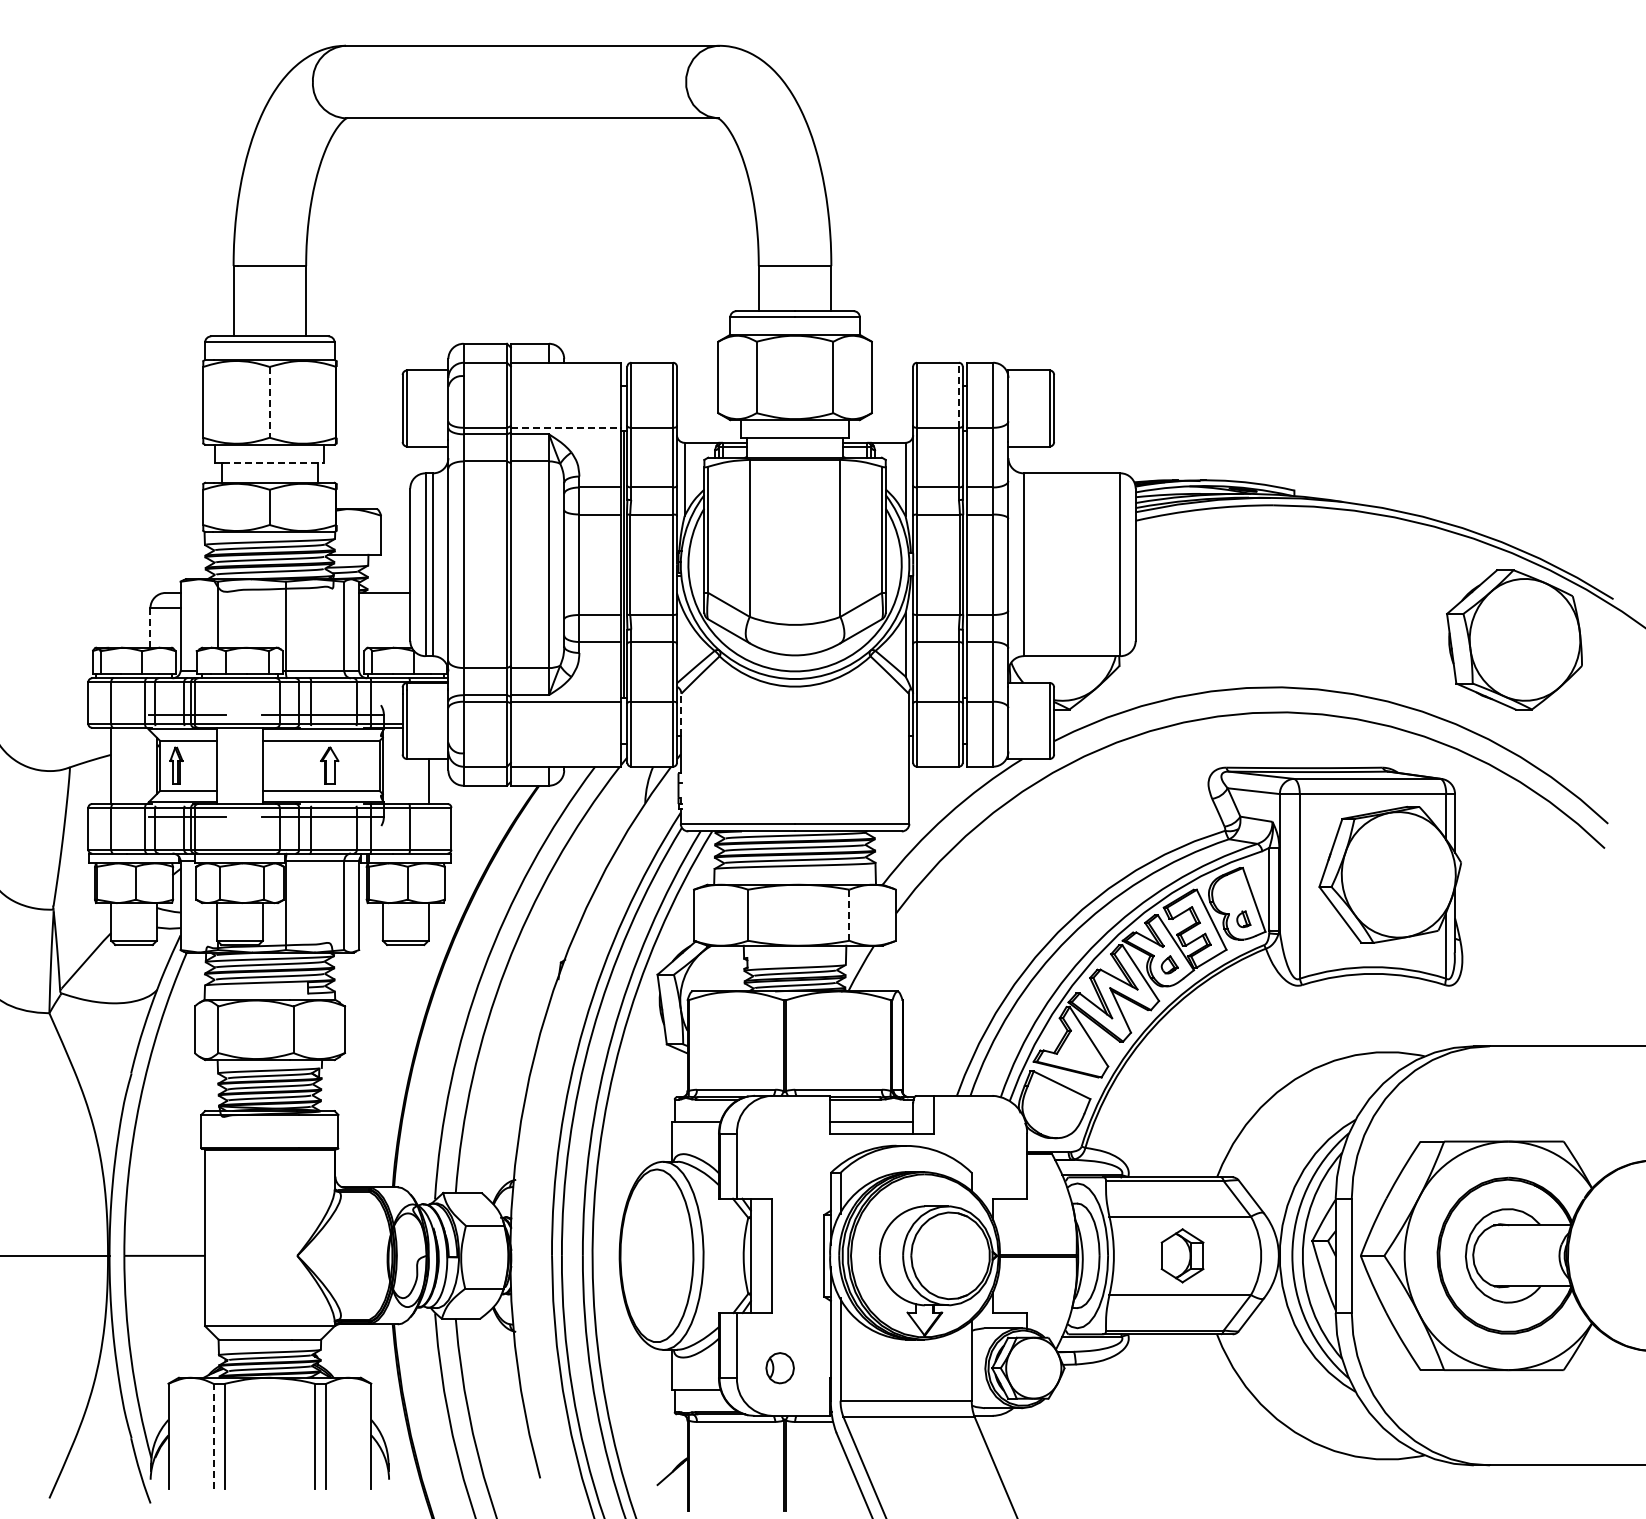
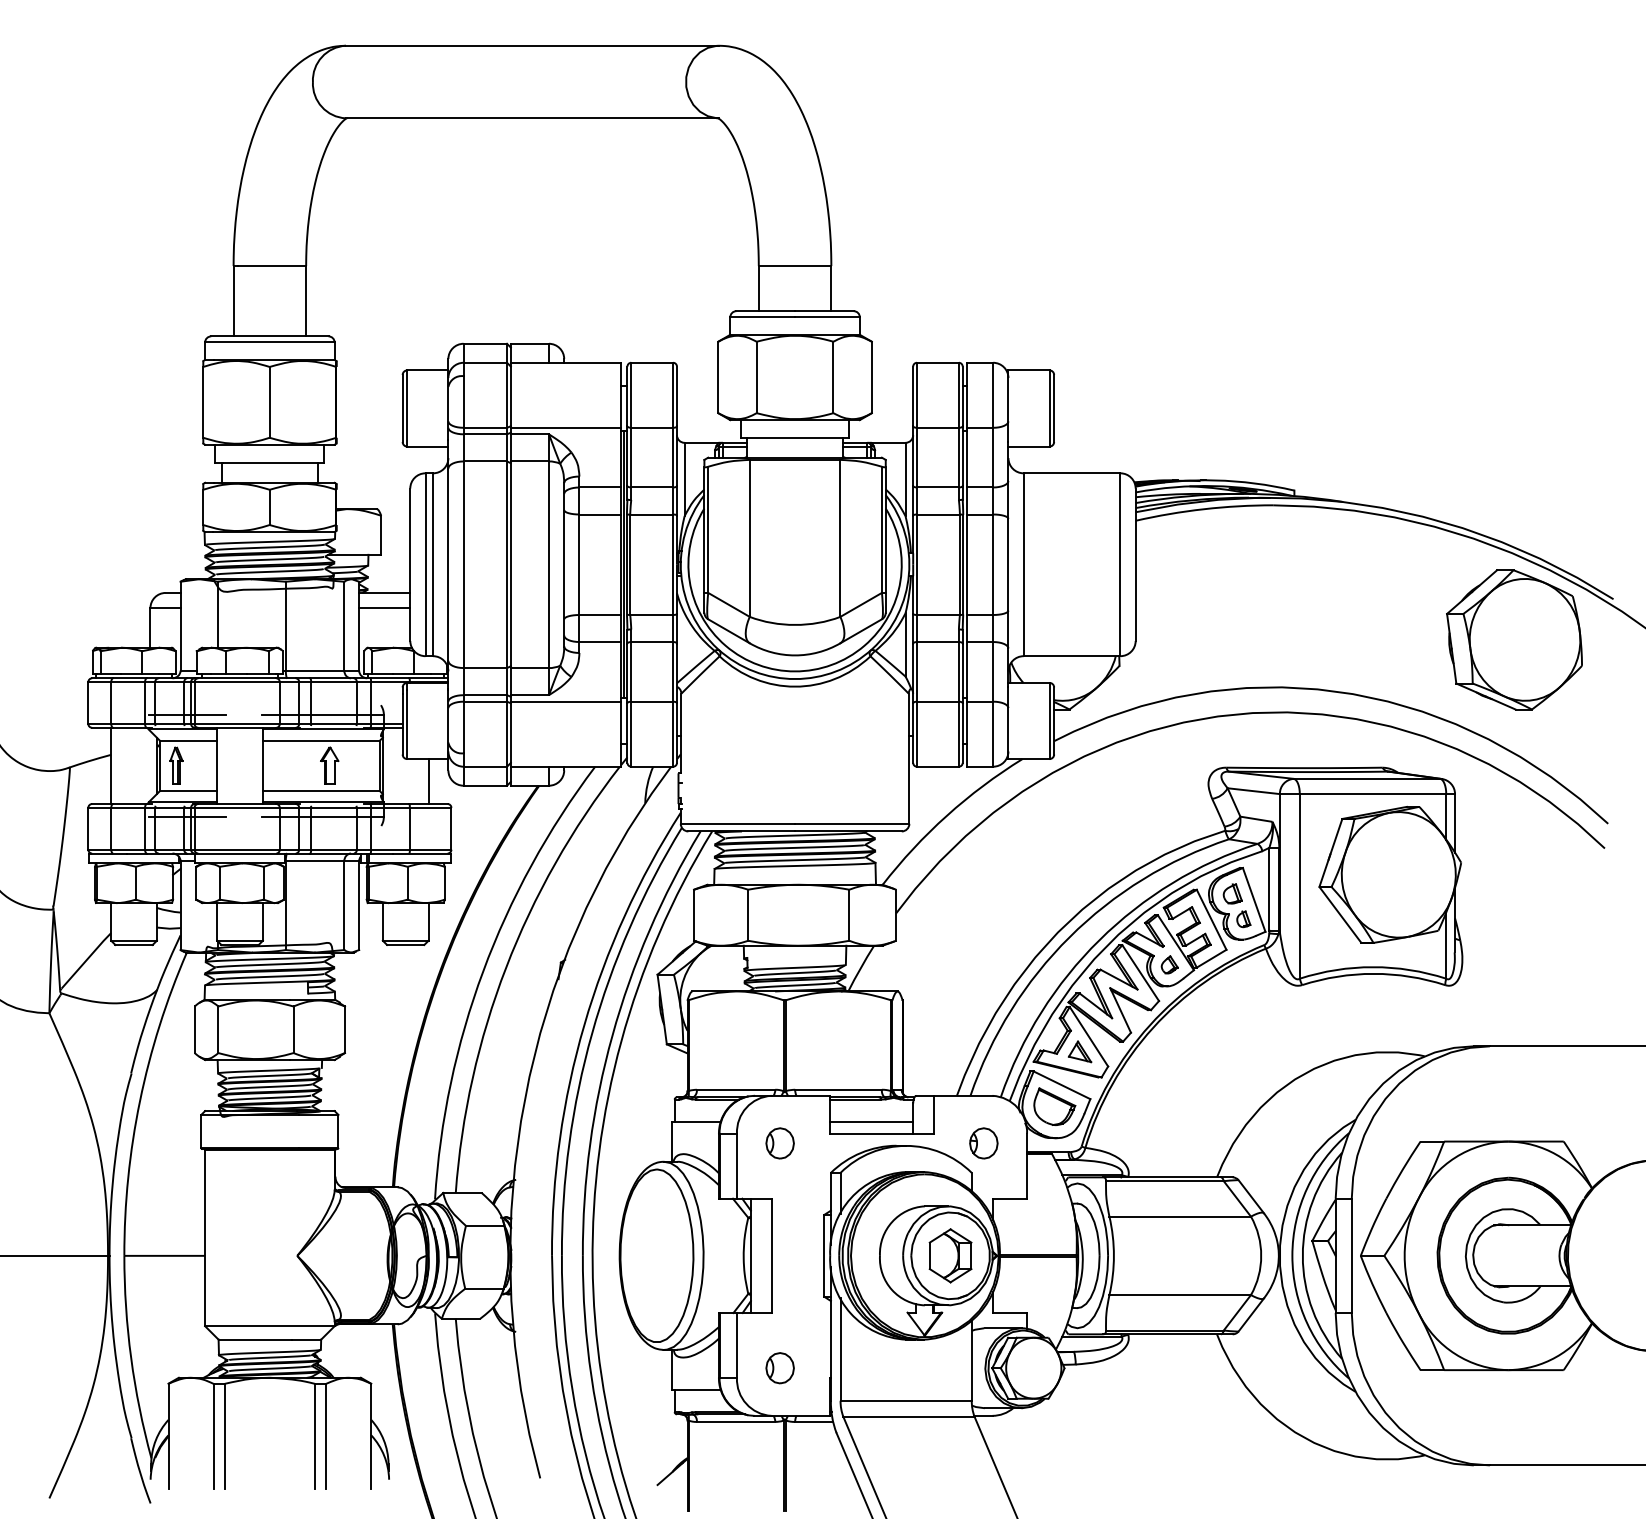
line at (958, 395): dashed -> solid
line at (269, 402): dashed -> solid
line at (566, 427): dashed -> solid
line at (273, 463): dashed -> solid
line at (384, 608): none -> present
line at (150, 628): dashed -> solid
line at (681, 714): dashed -> solid
part at (1232, 893): none -> present
line at (849, 915): dashed -> solid
part at (1079, 1051): none -> present
part at (1054, 1106): none -> present
part at (779, 1143): none -> present
part at (983, 1143): none -> present
part at (1182, 1255) position: (1182, 1255) -> (950, 1255)
line at (213, 1435): dashed -> solid
